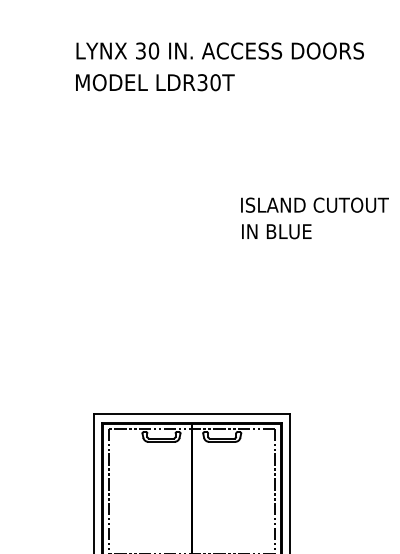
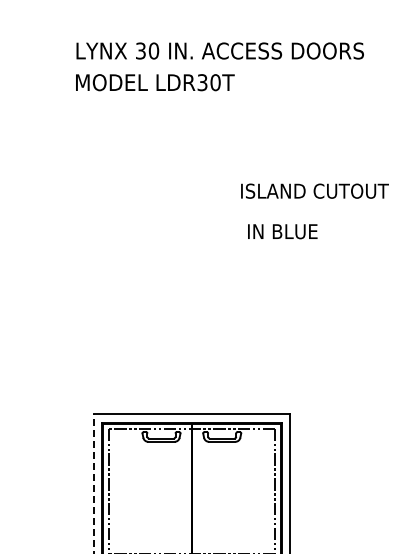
text at (314, 204) position: (314, 204) -> (314, 190)
text at (276, 231) position: (276, 231) -> (282, 231)
line at (93, 483): solid -> dashed
